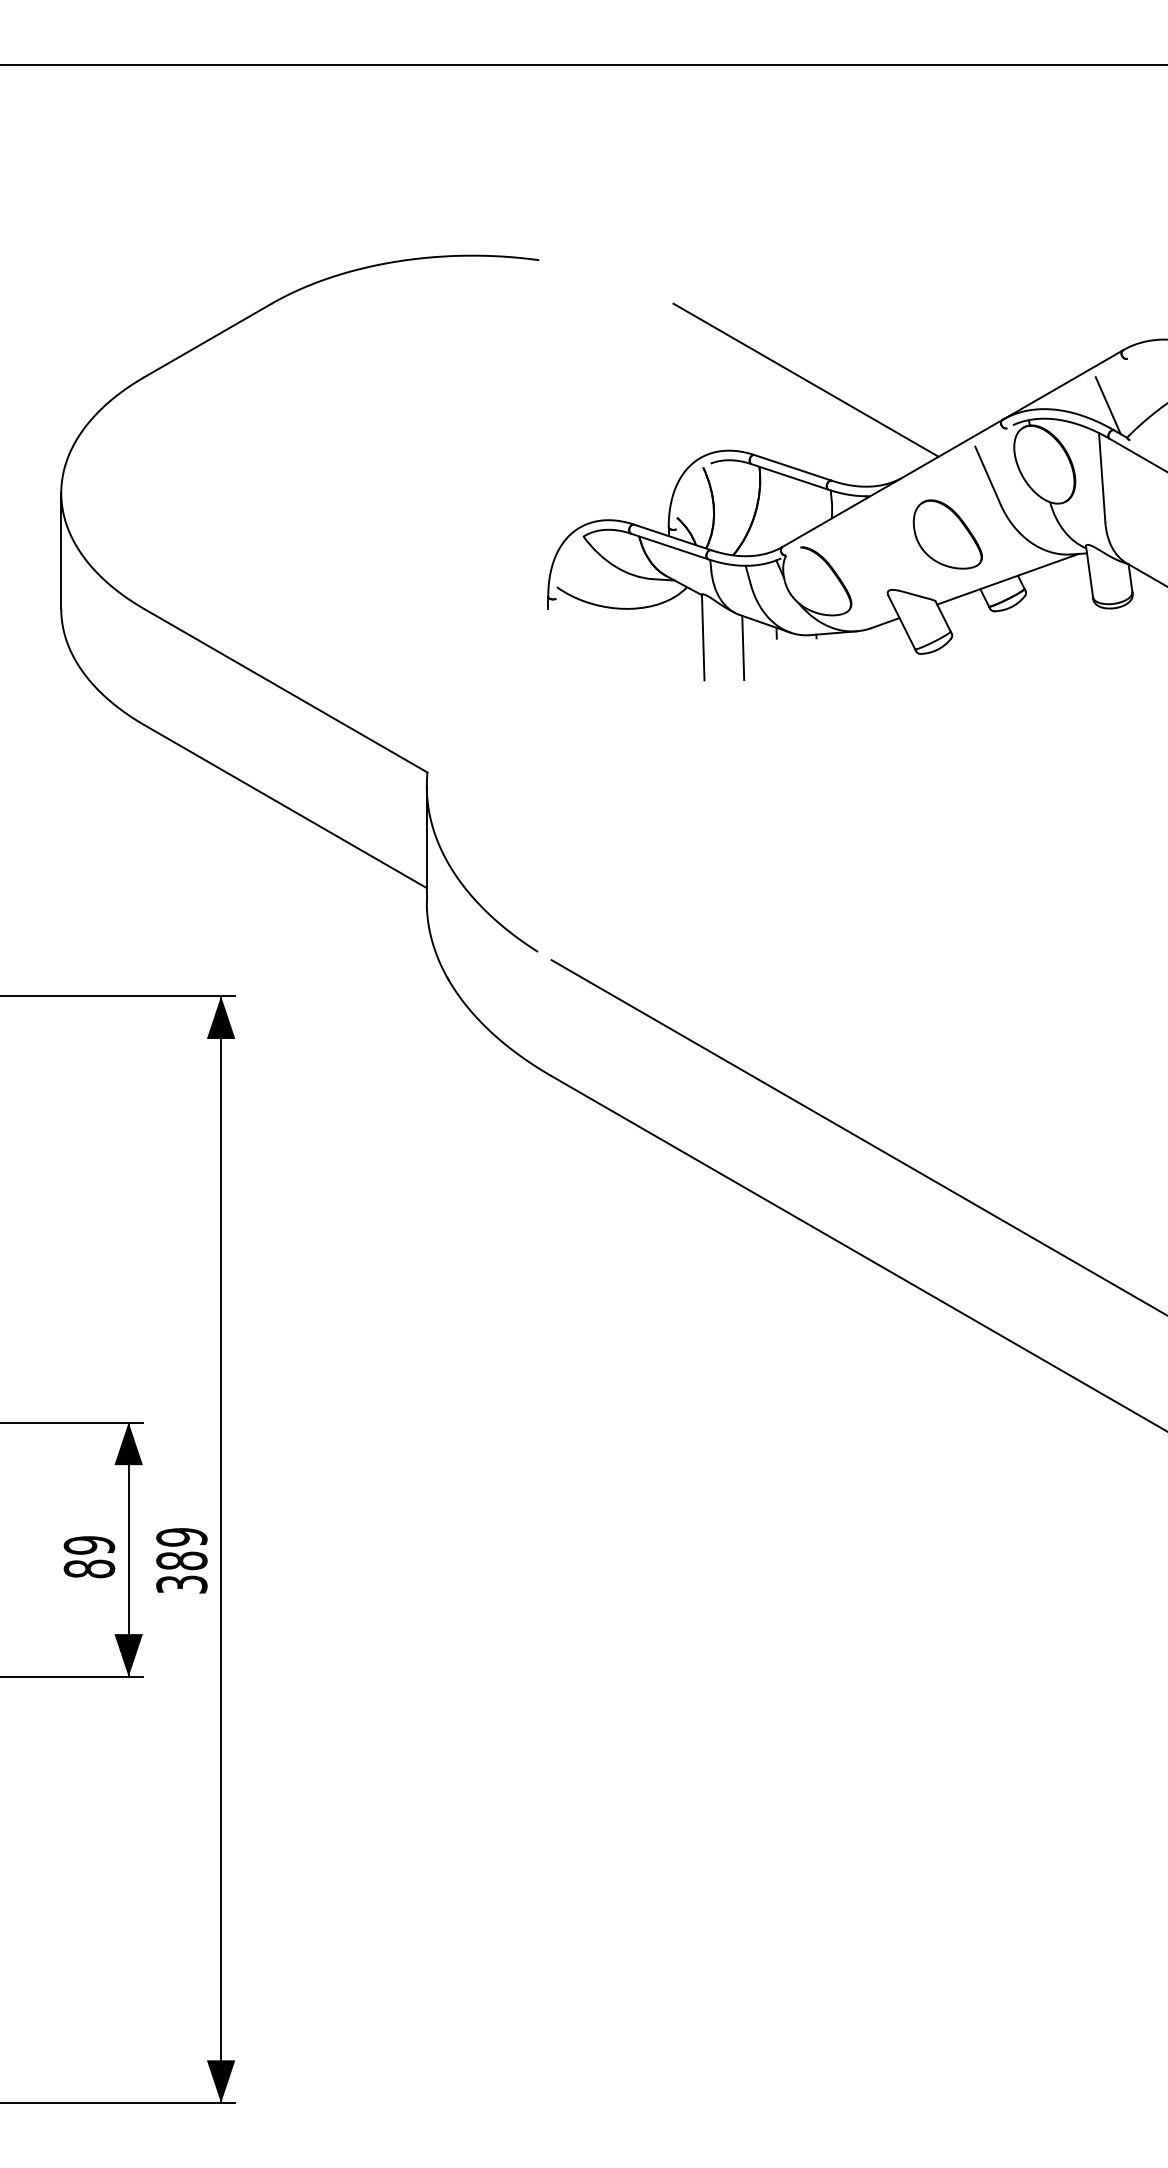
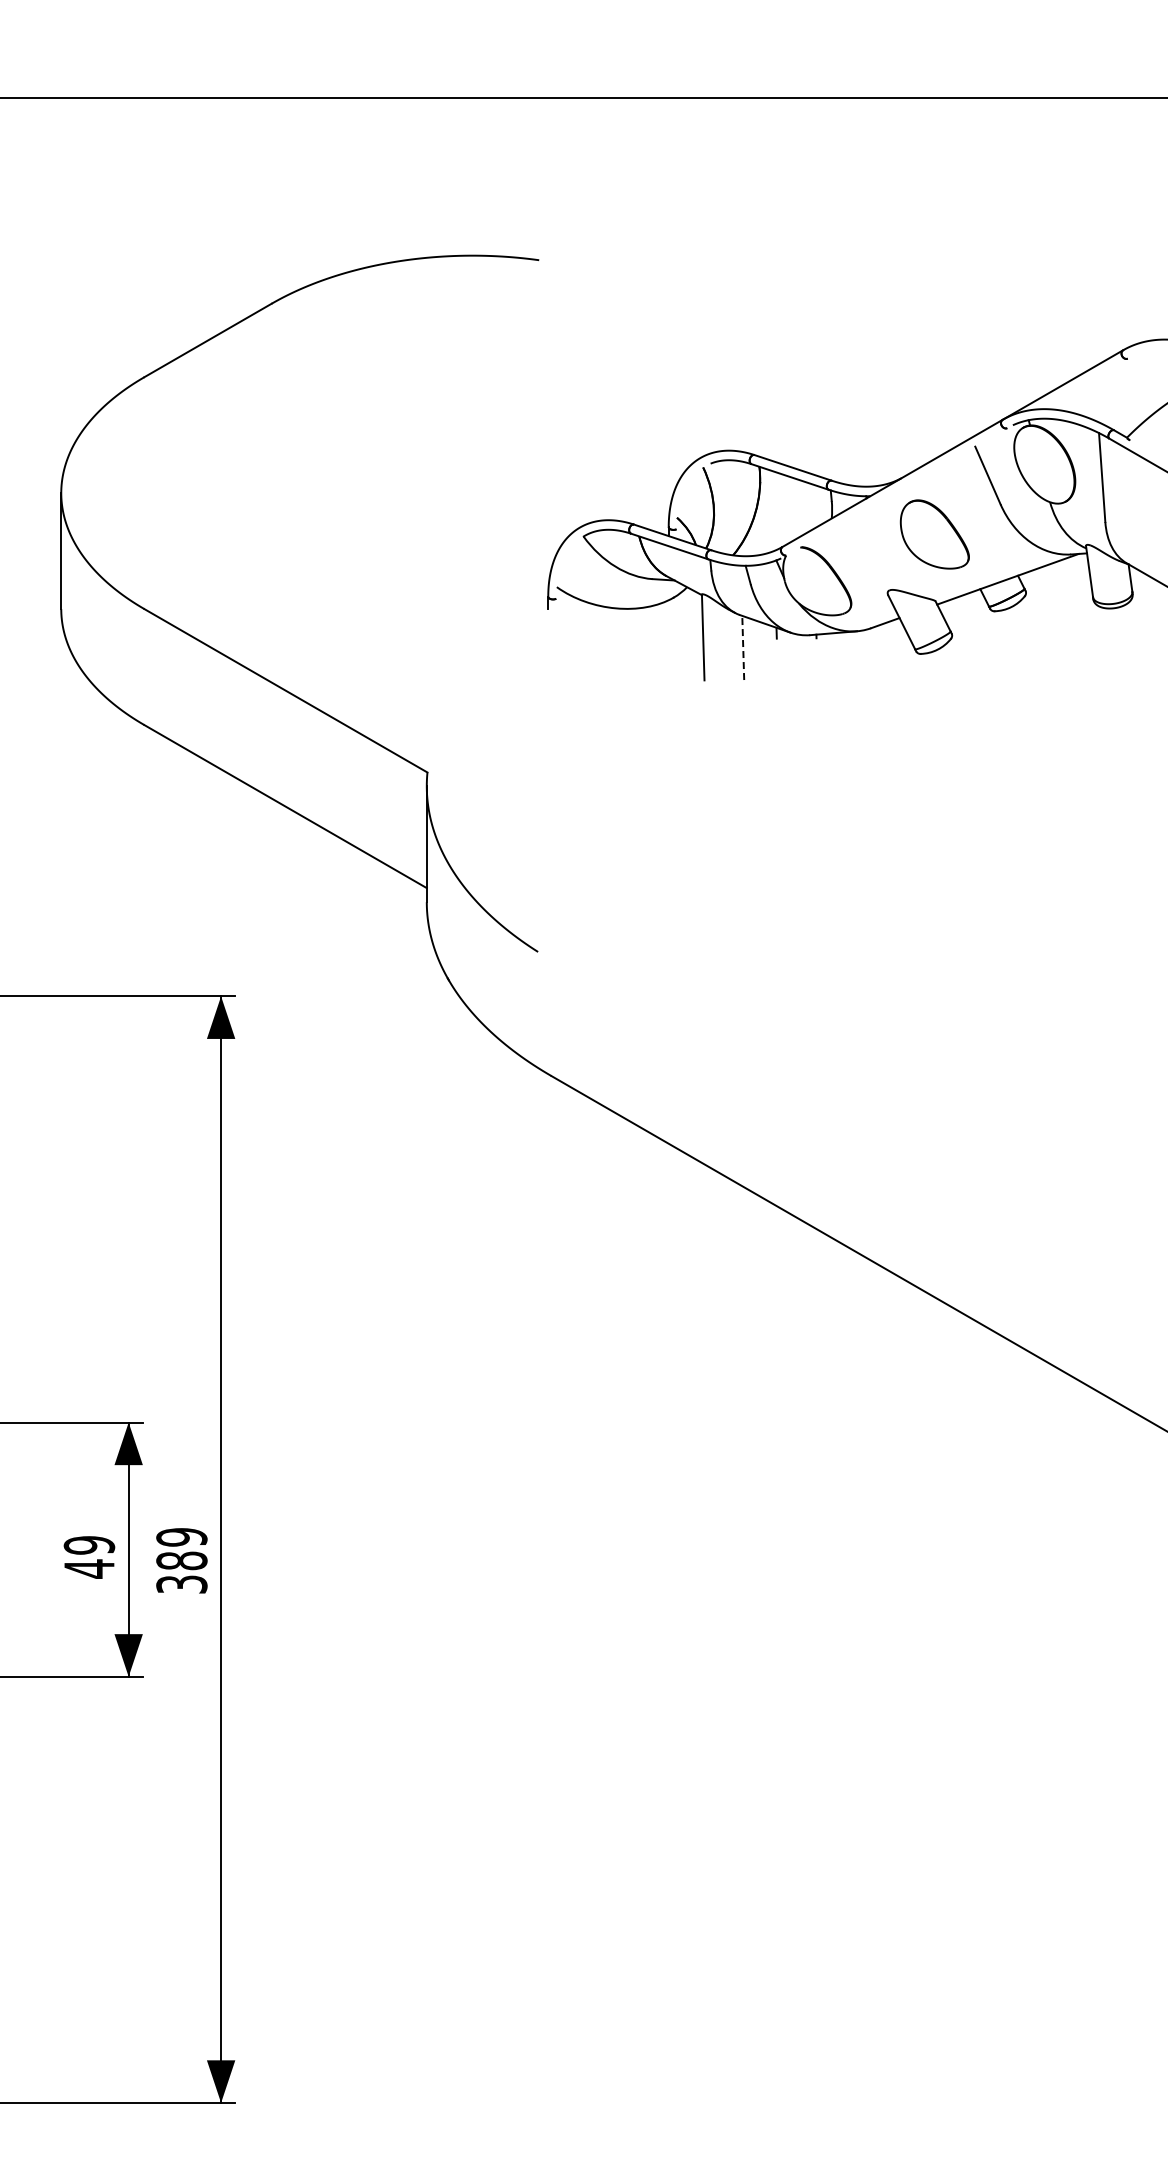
line at (583, 65) position: (583, 65) -> (583, 98)
line at (805, 379): present -> none
line at (1107, 405): present -> none
part at (947, 534) position: (947, 534) -> (934, 534)
line at (743, 647): solid -> dashed
line at (857, 1137): present -> none
text at (89, 1568): 89 -> 49
